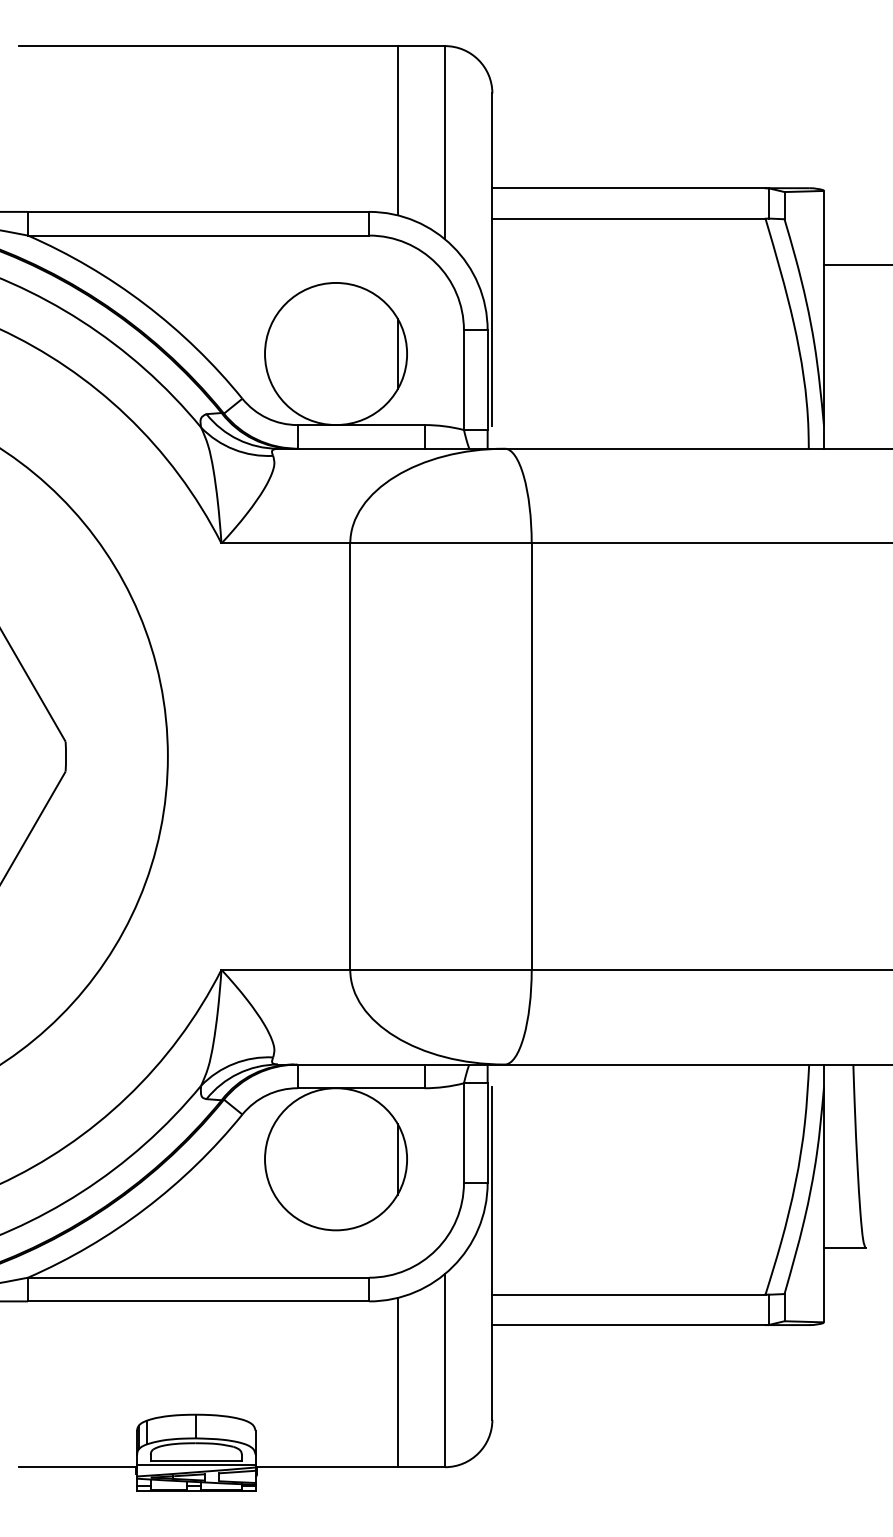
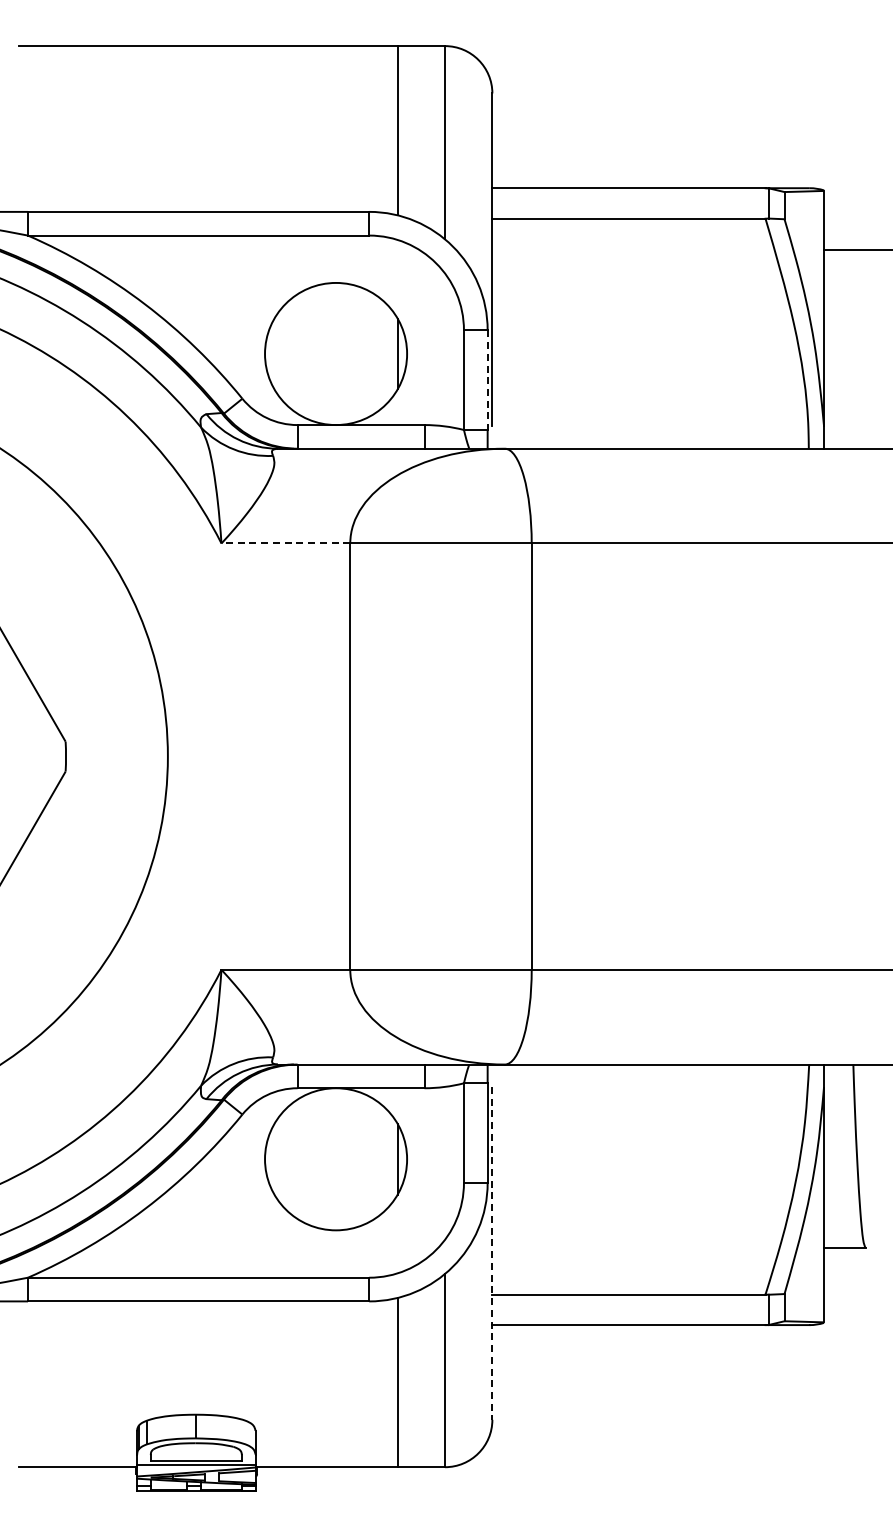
line at (856, 265) position: (856, 265) -> (856, 250)
line at (487, 380): solid -> dashed
line at (285, 543): solid -> dashed
line at (492, 1253): solid -> dashed
